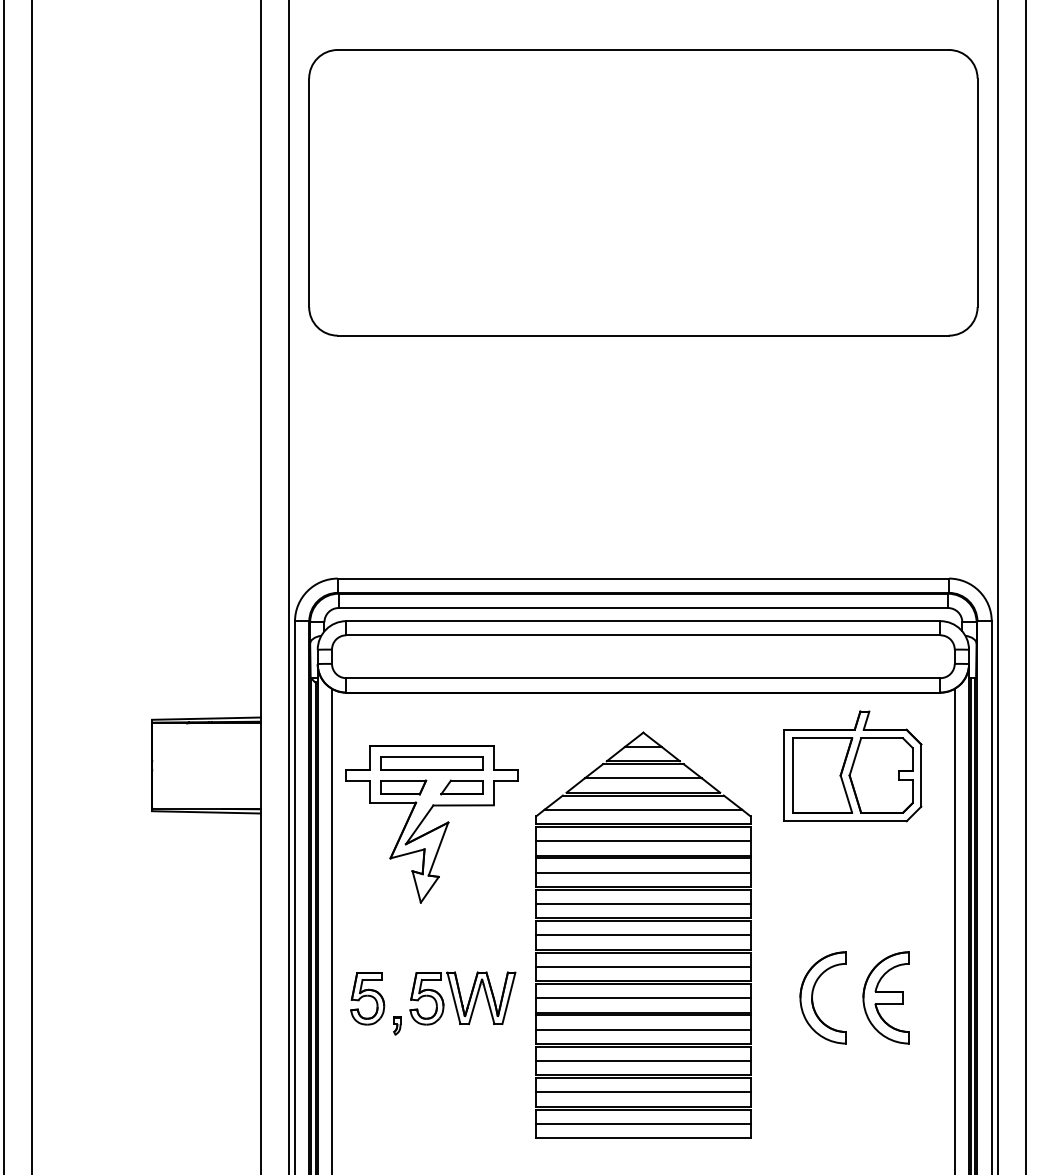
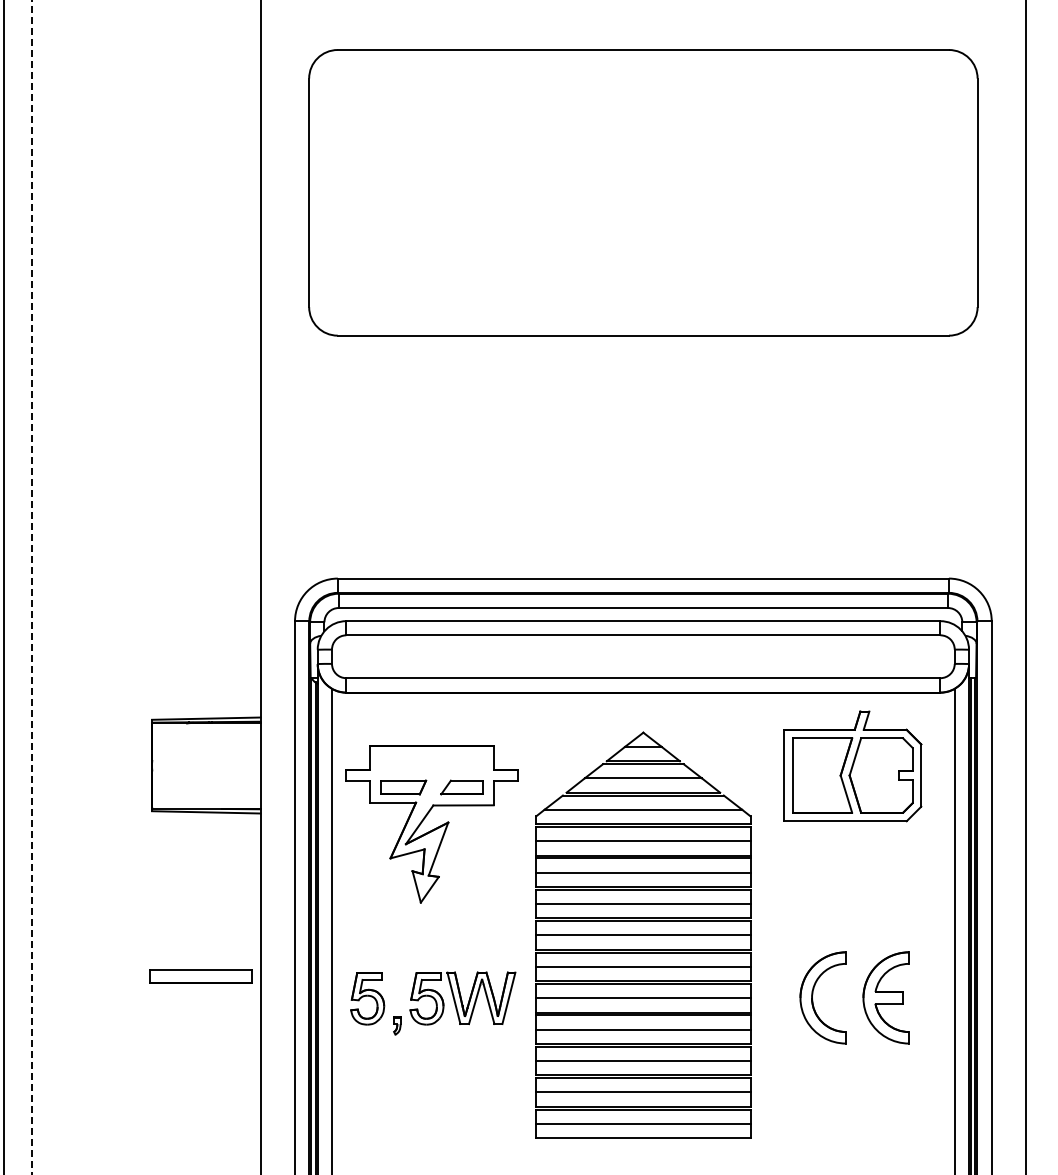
line at (289, 586): present -> none
line at (997, 586): present -> none
line at (31, 587): solid -> dashed
part at (431, 763) position: (431, 763) -> (200, 976)
